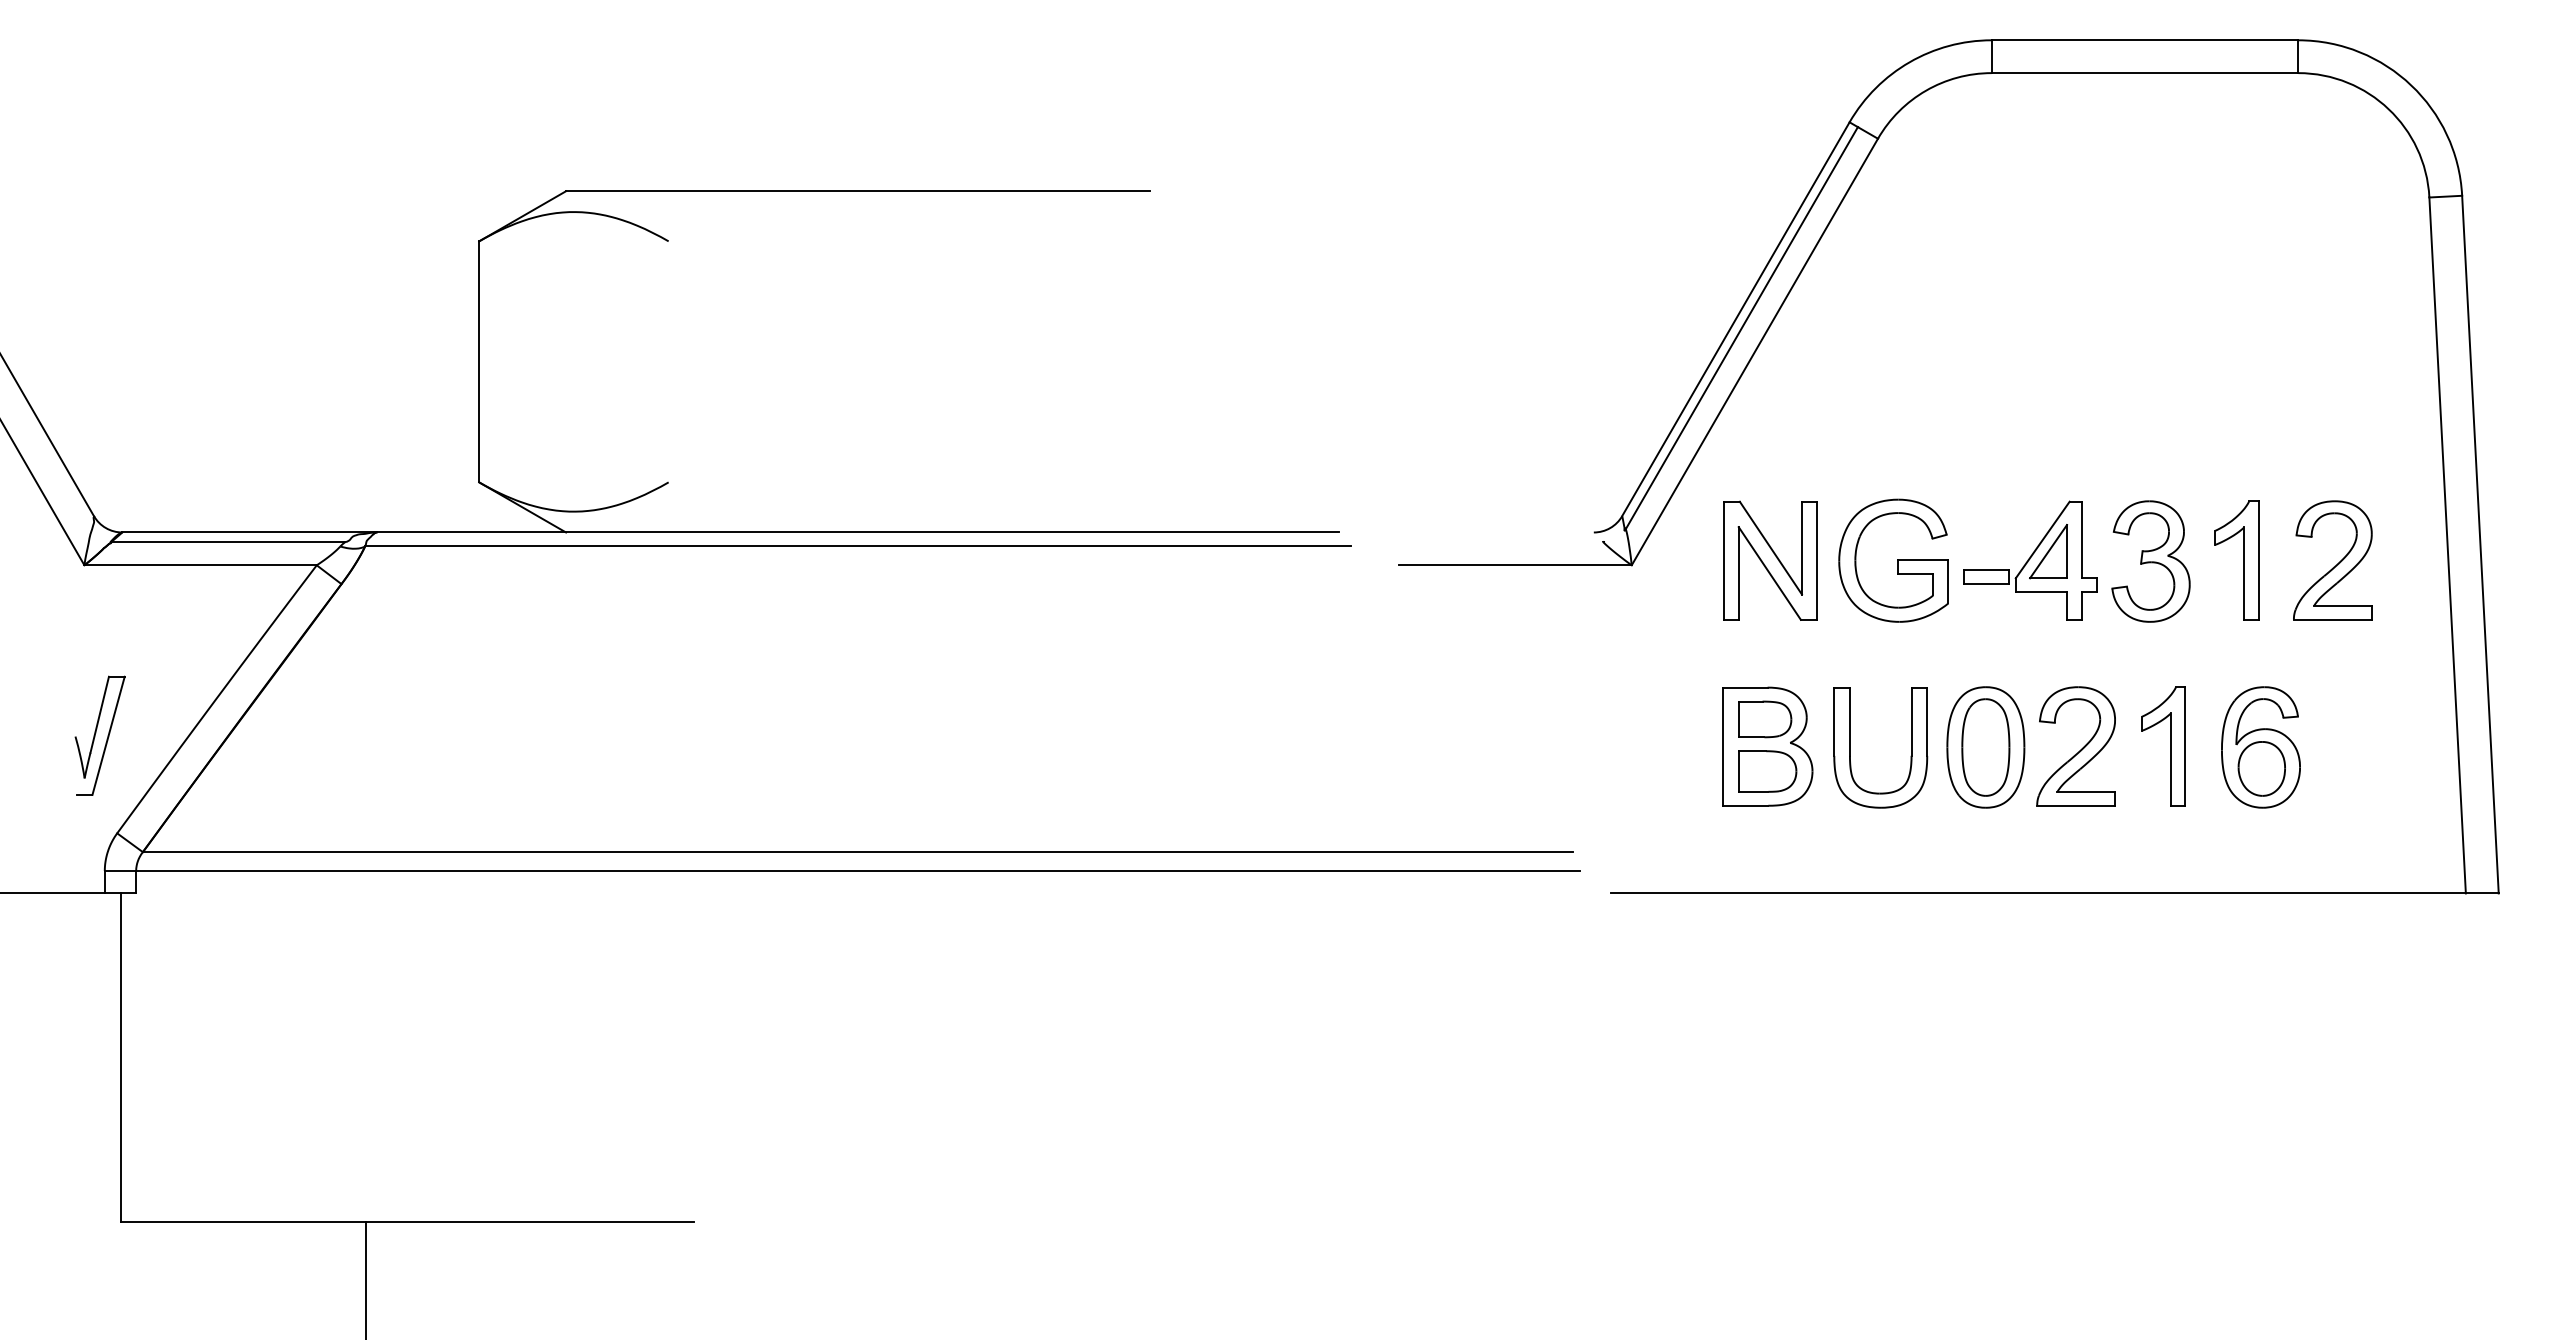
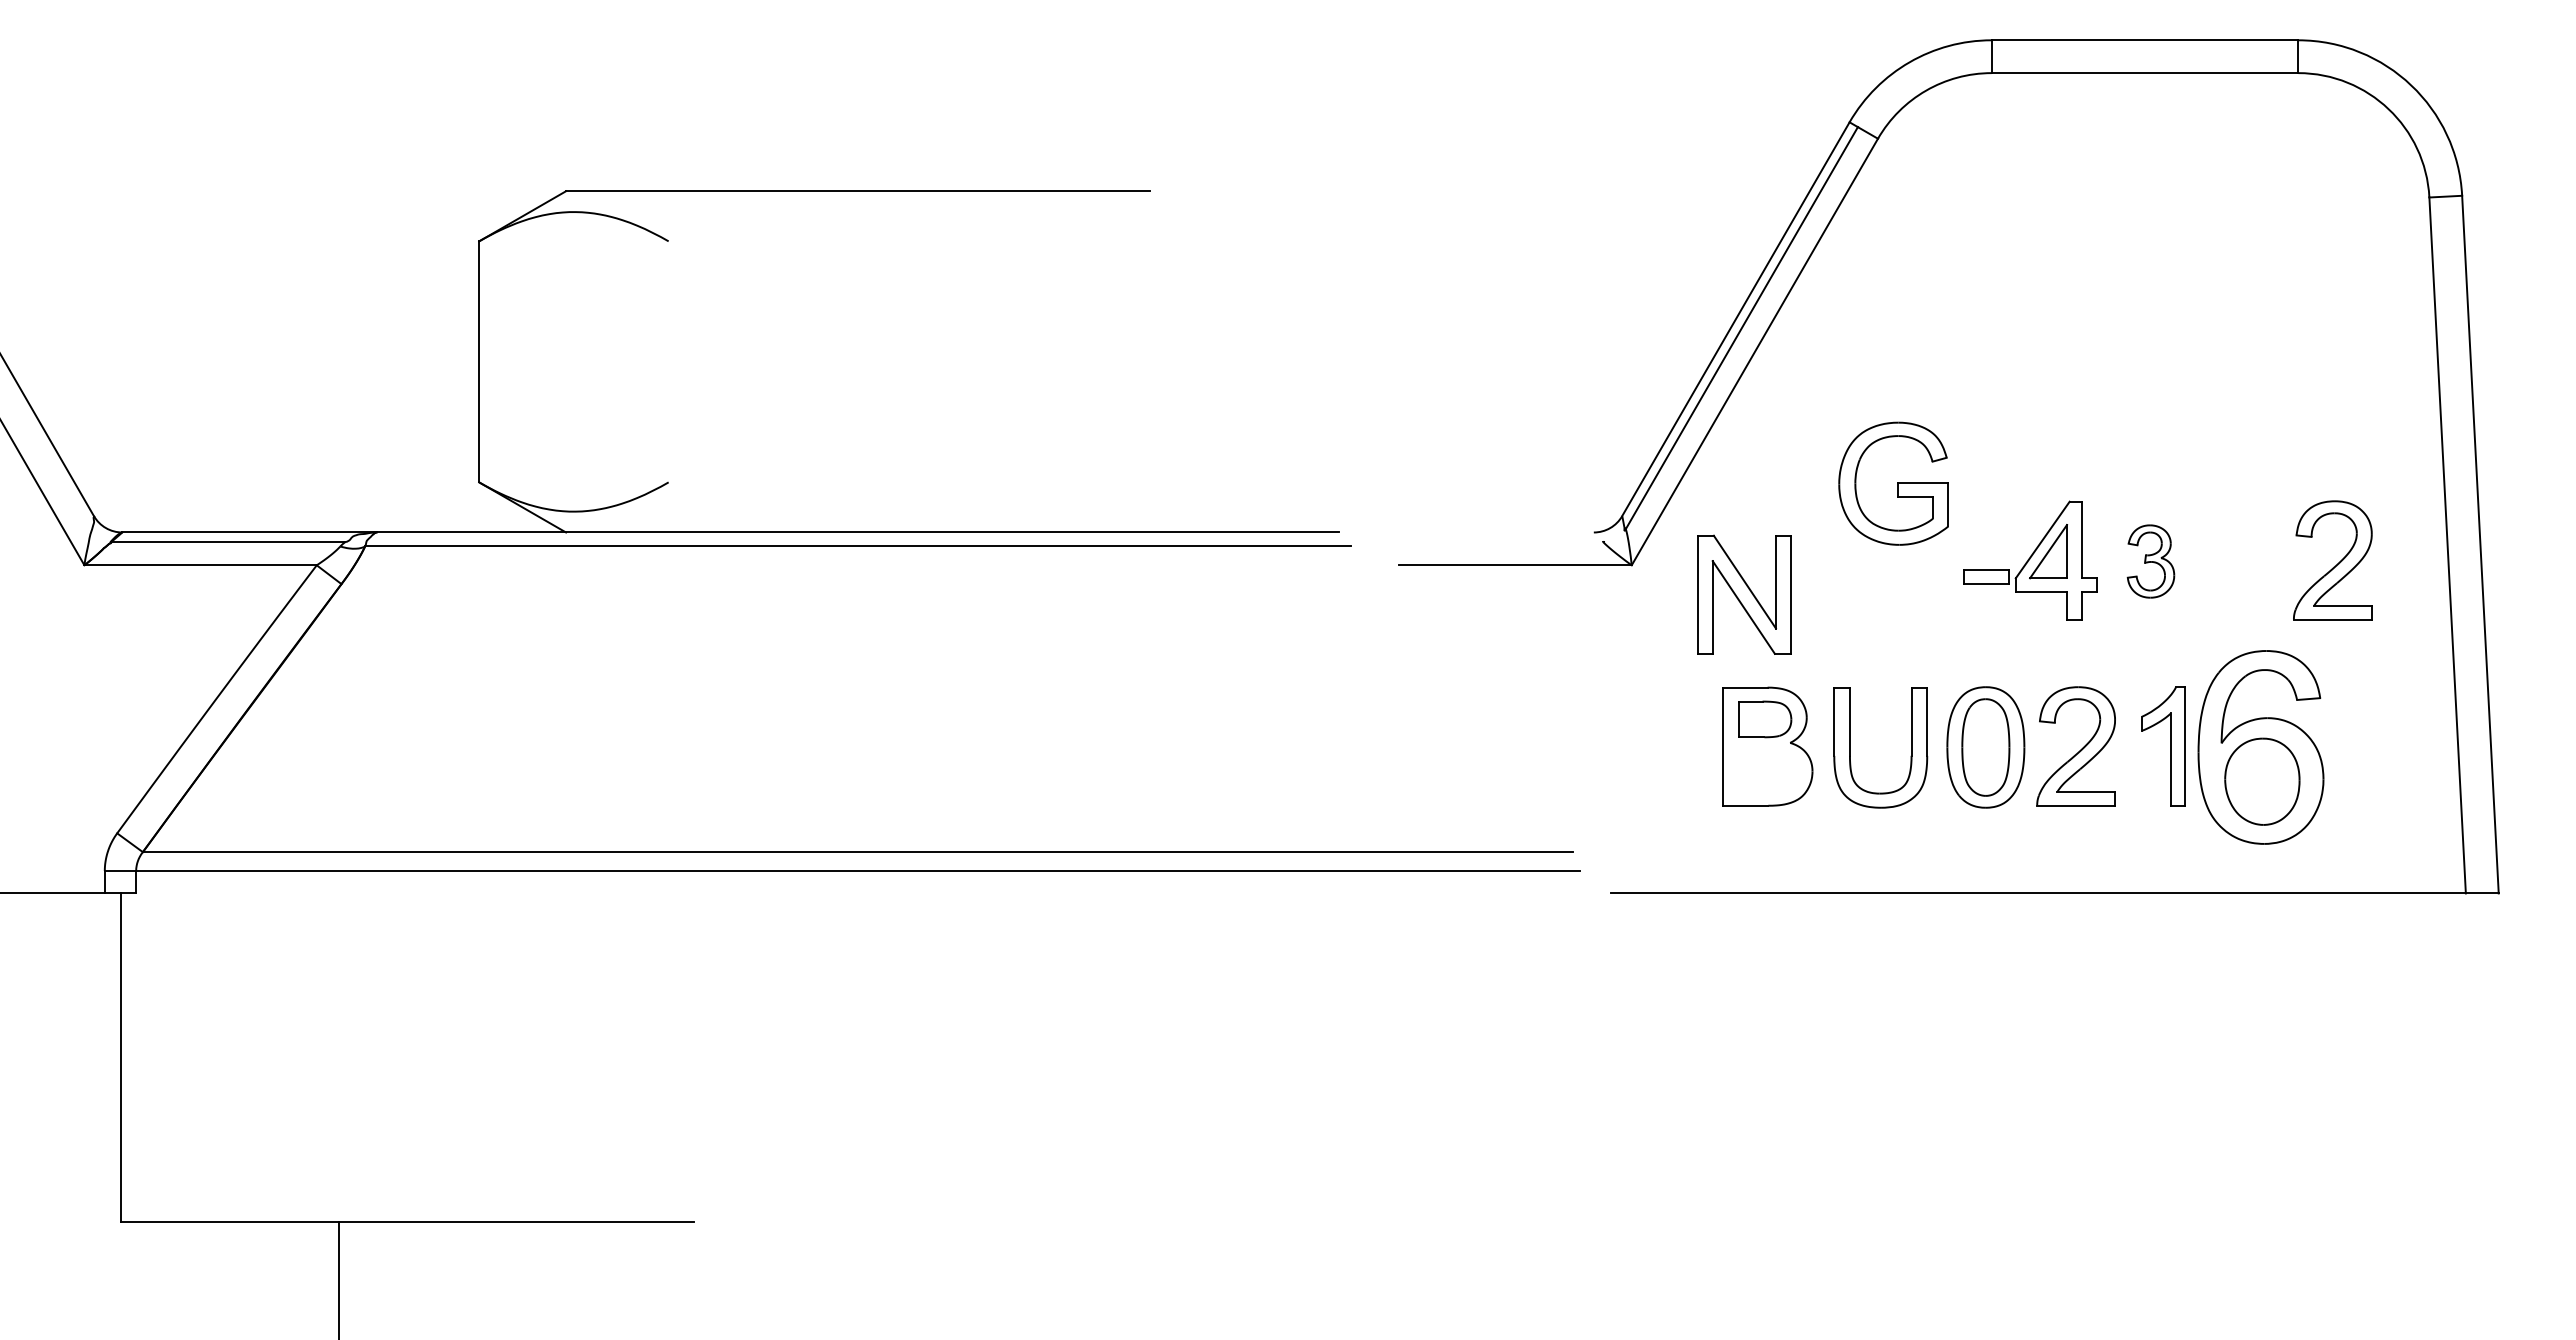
part at (1770, 560) position: (1770, 560) -> (1744, 594)
part at (1893, 560) position: (1893, 560) -> (1893, 483)
part at (2243, 560): present -> none
part at (2150, 561) size: 80x123 px -> 50x75 px
part at (99, 735): present -> none
part at (2260, 747) size: 80x123 px -> 128x195 px
part at (1767, 771): present -> none
line at (365, 1278) position: (365, 1278) -> (338, 1278)
